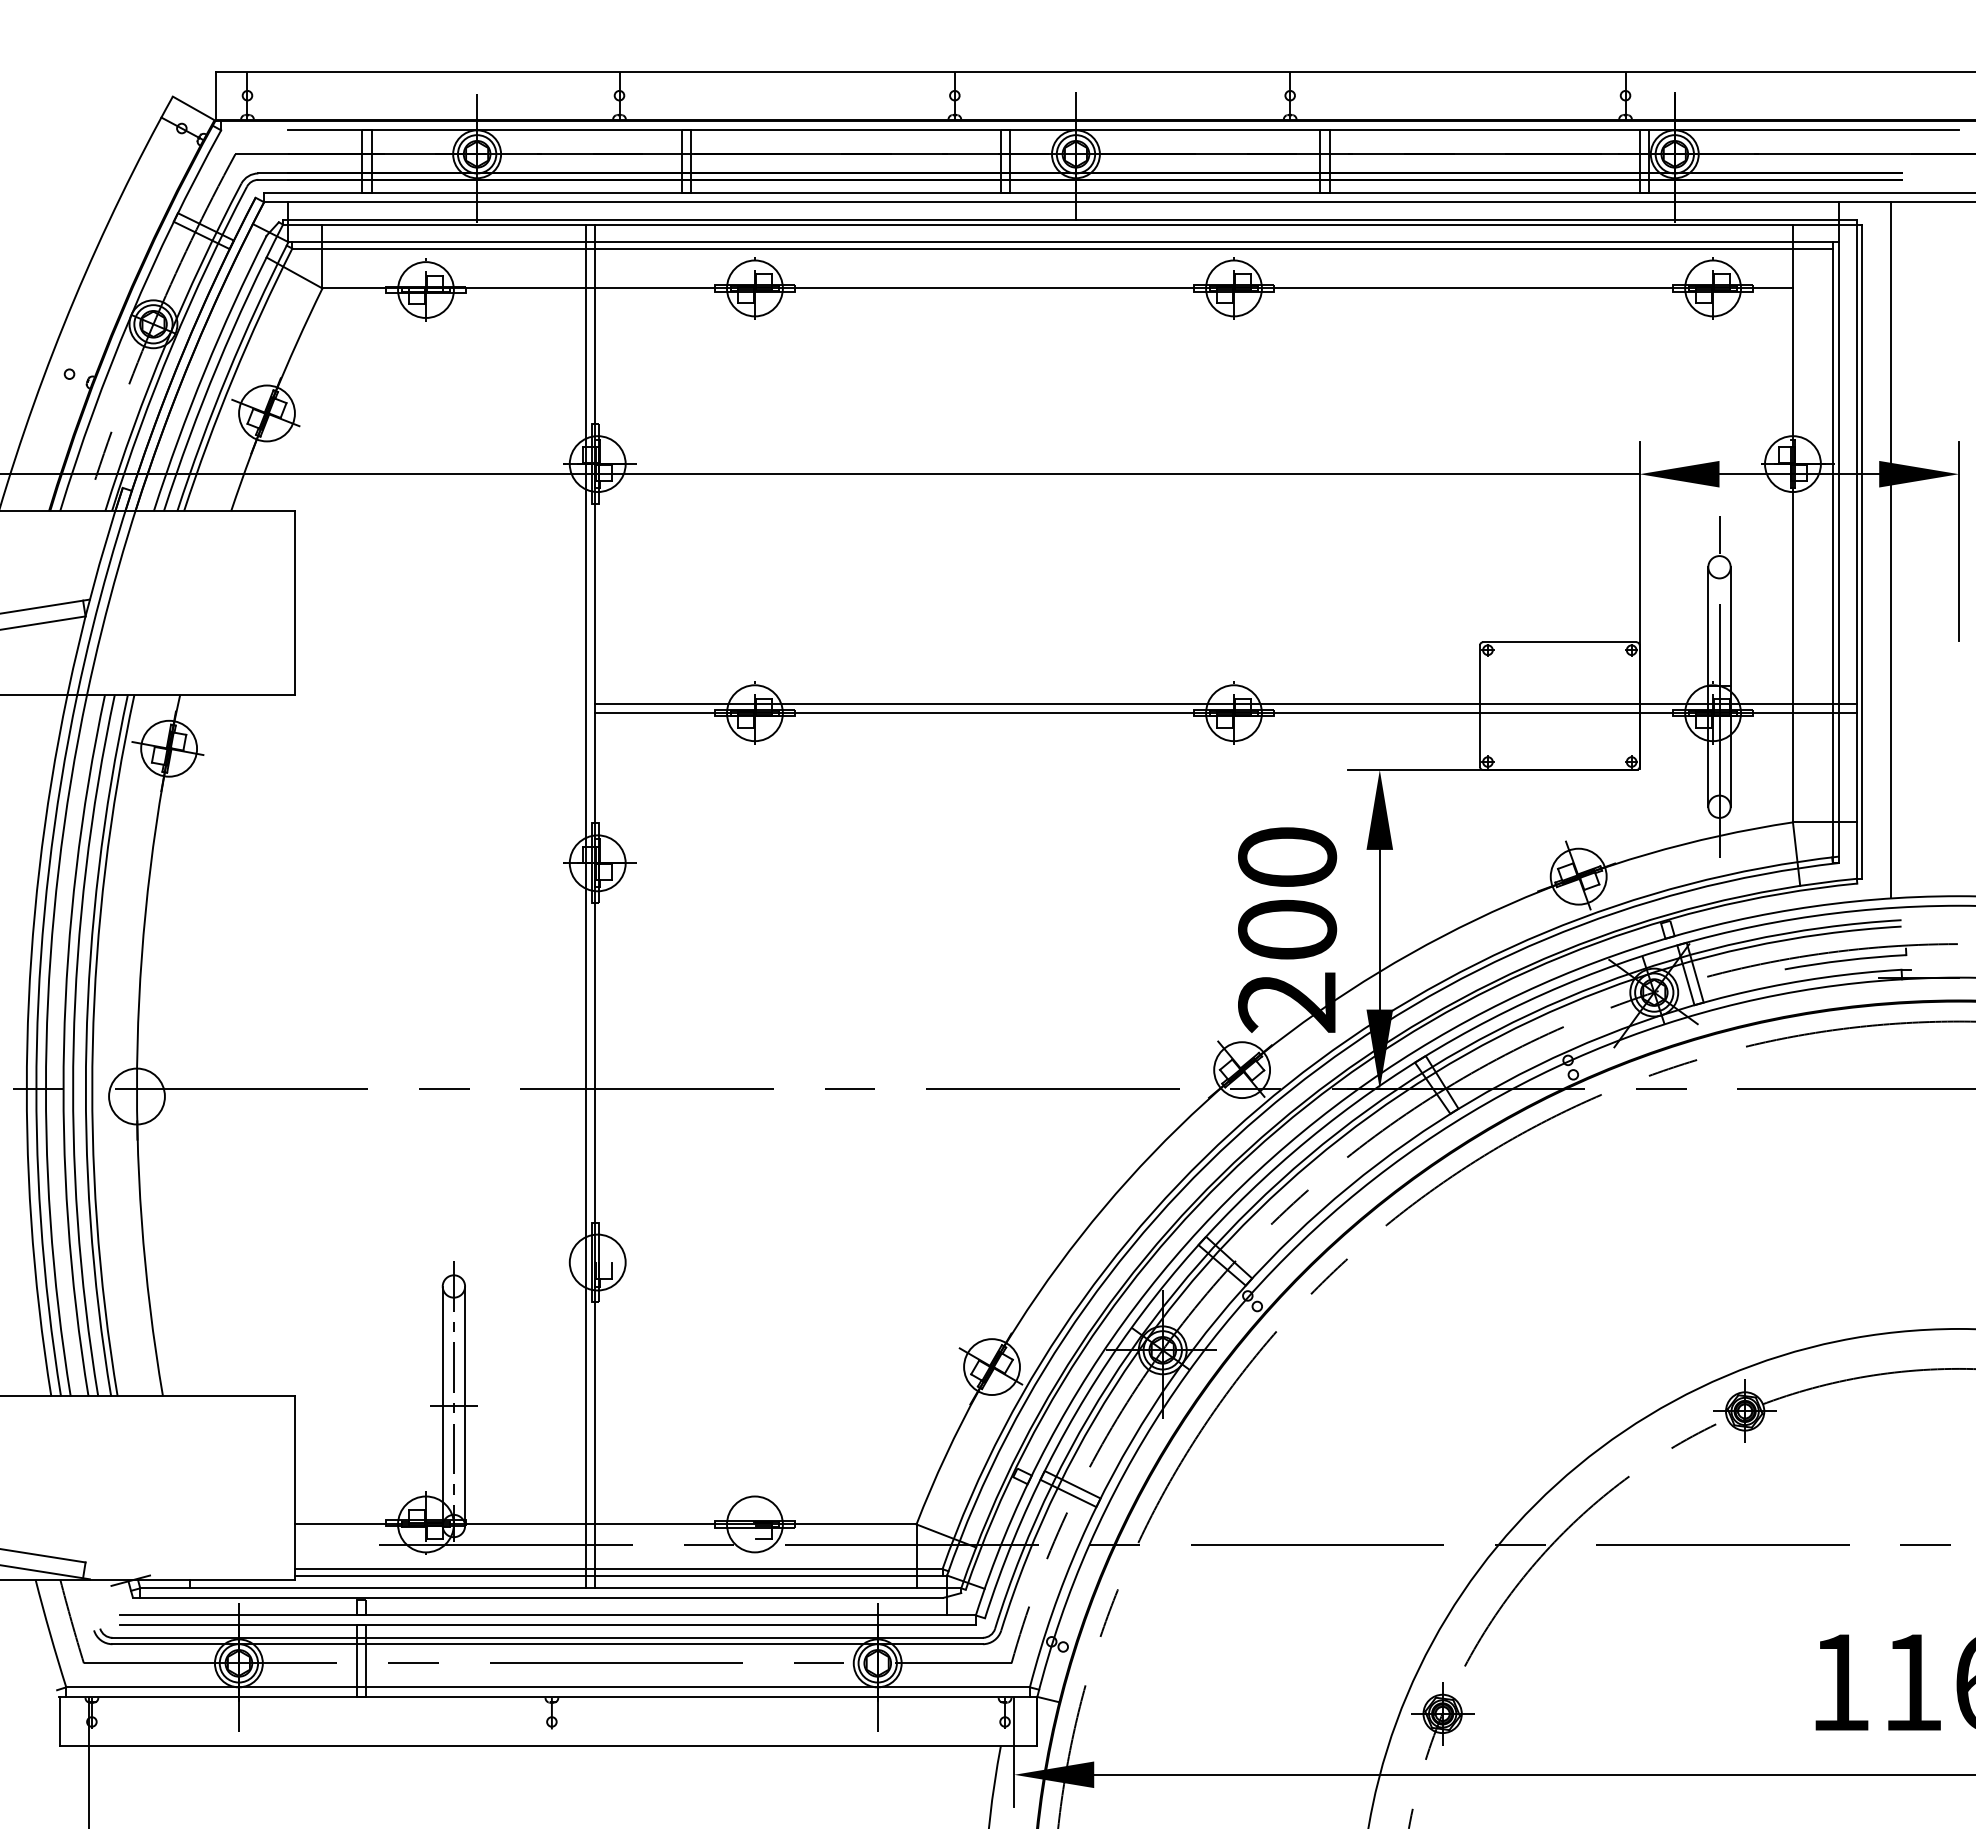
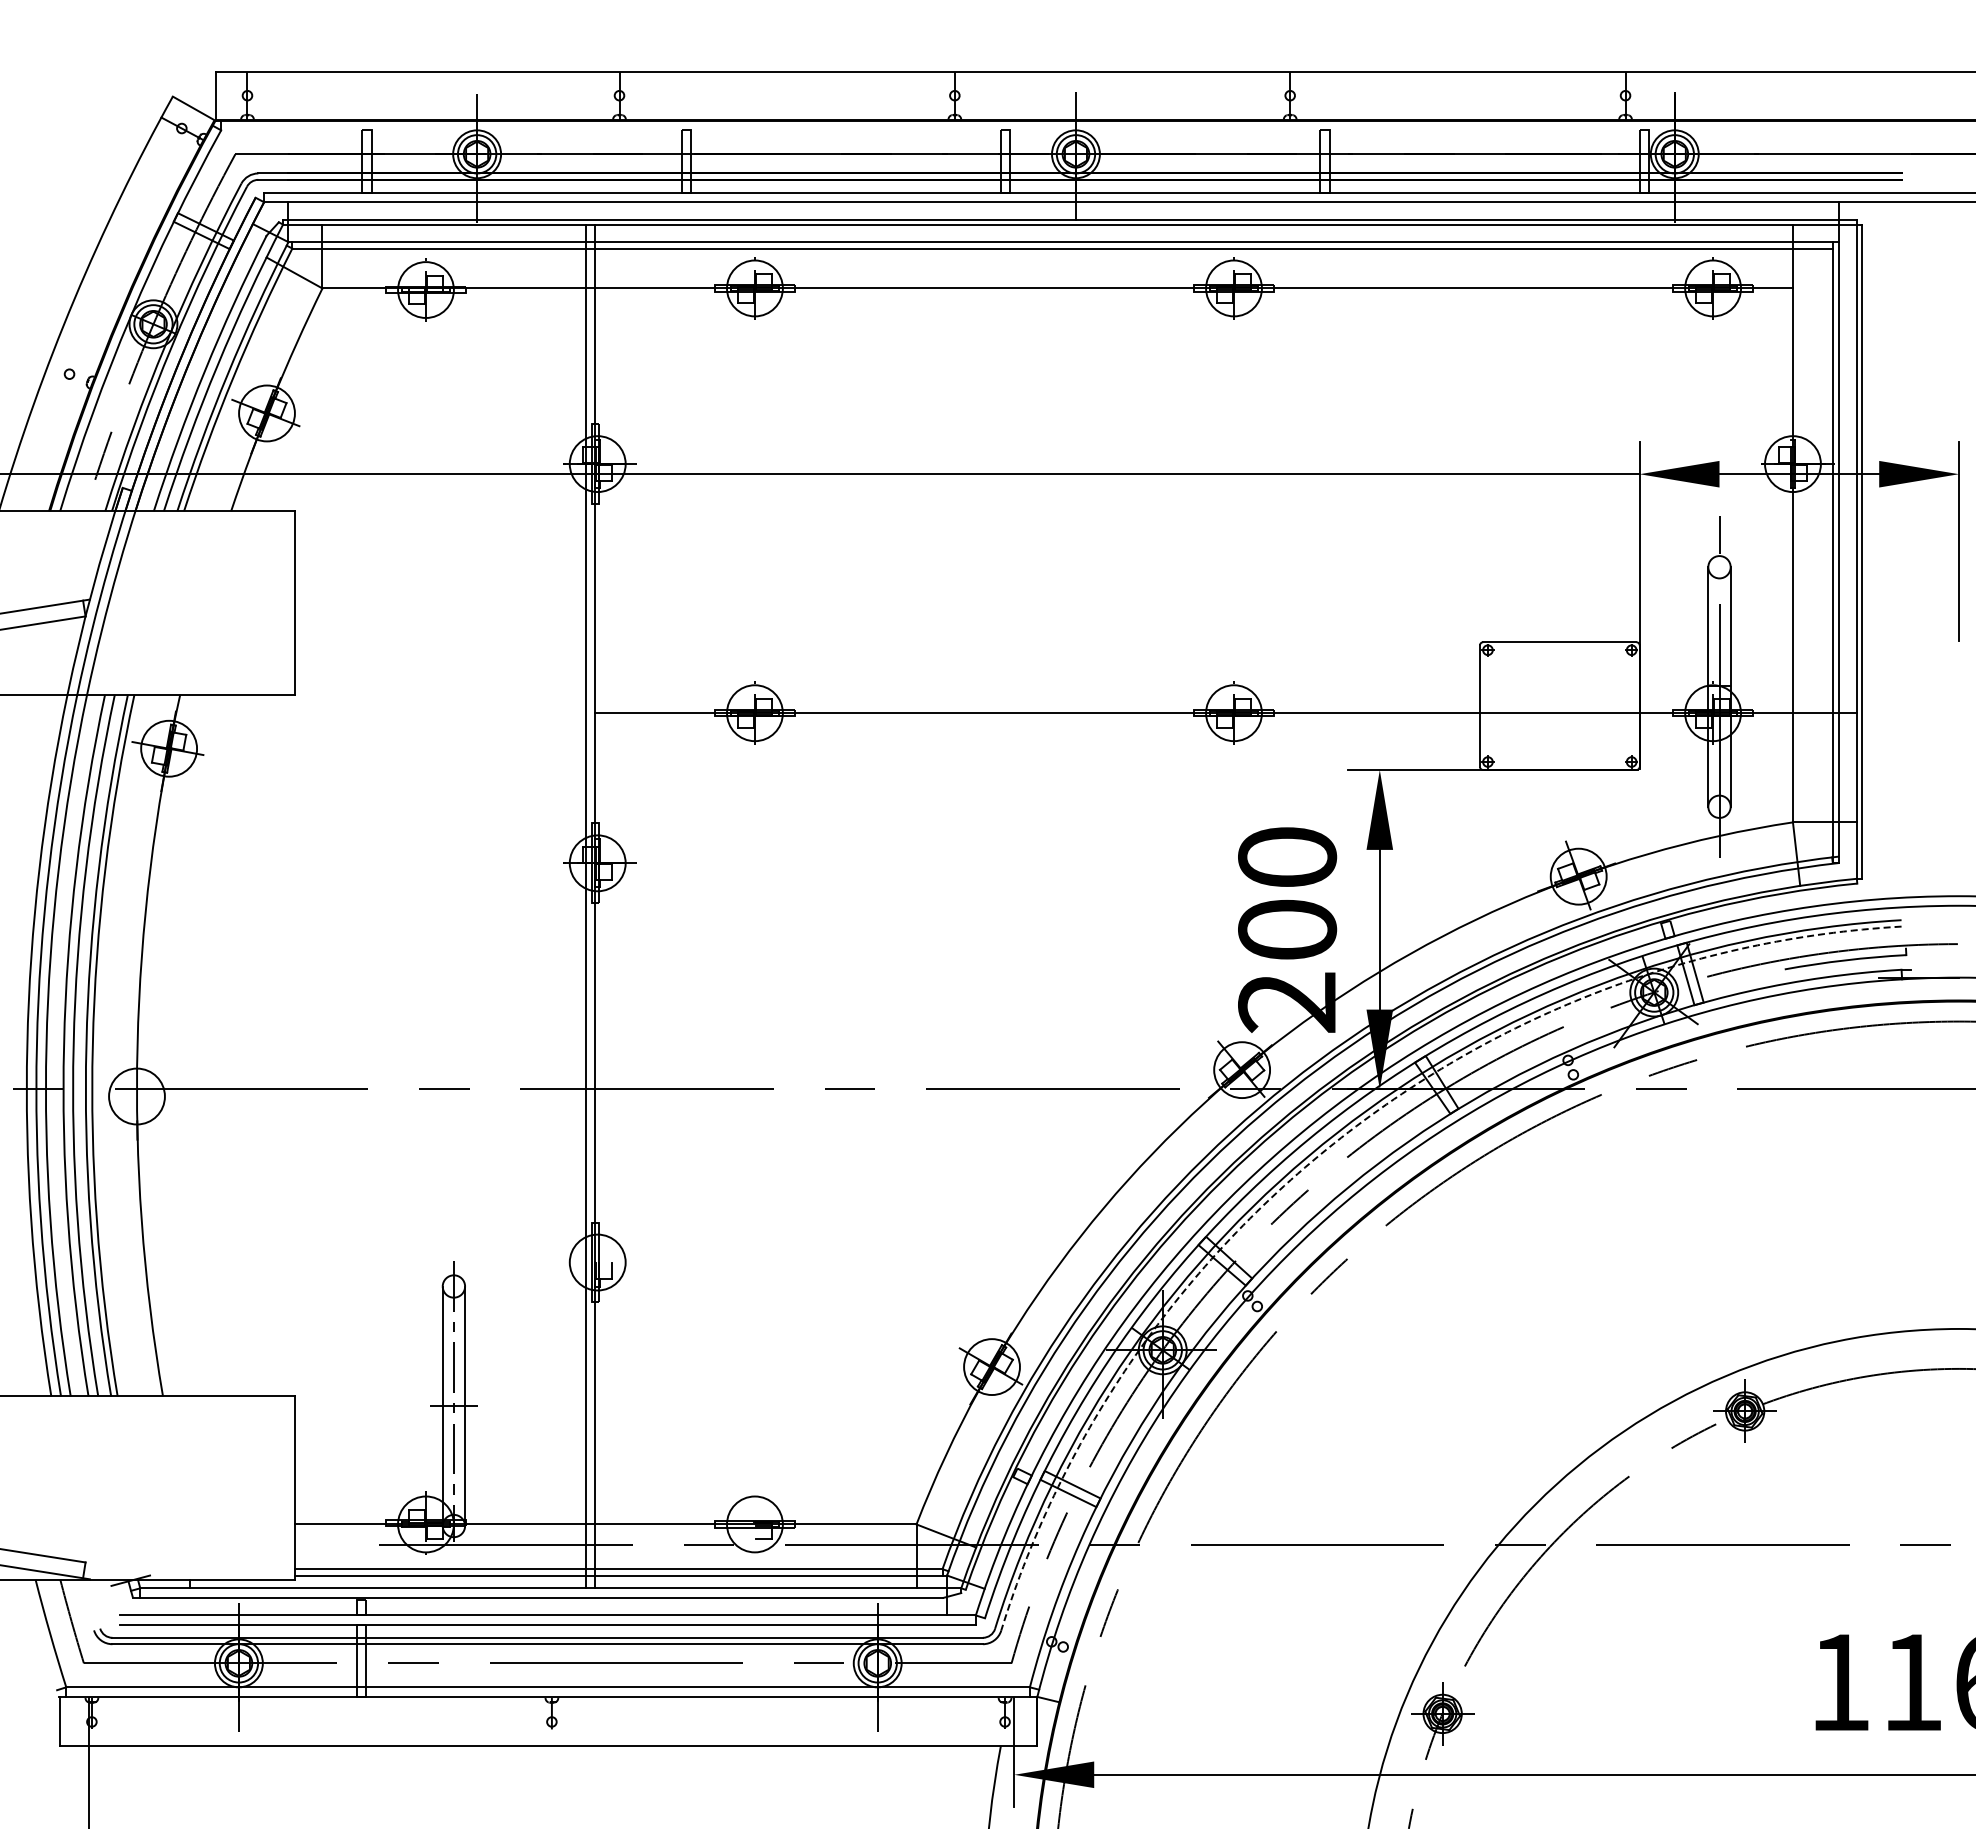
line at (1123, 130): present -> none
line at (1891, 550): present -> none
line at (1225, 703): present -> none
arc at (1341, 1137): solid -> dashed
